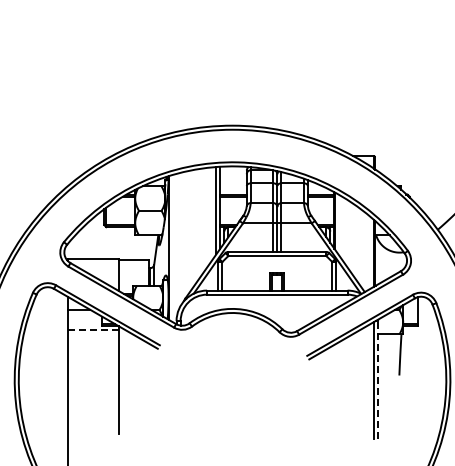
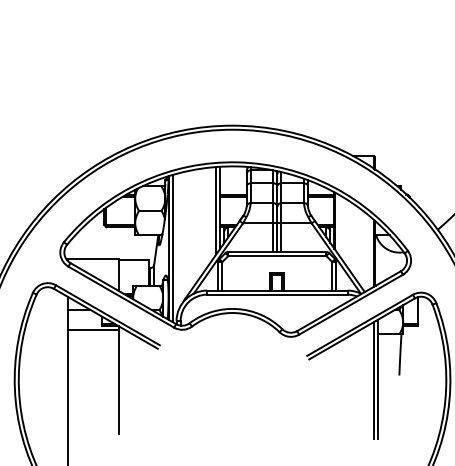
line at (172, 248): none -> present
line at (92, 330): dashed -> solid
line at (378, 379): dashed -> solid
